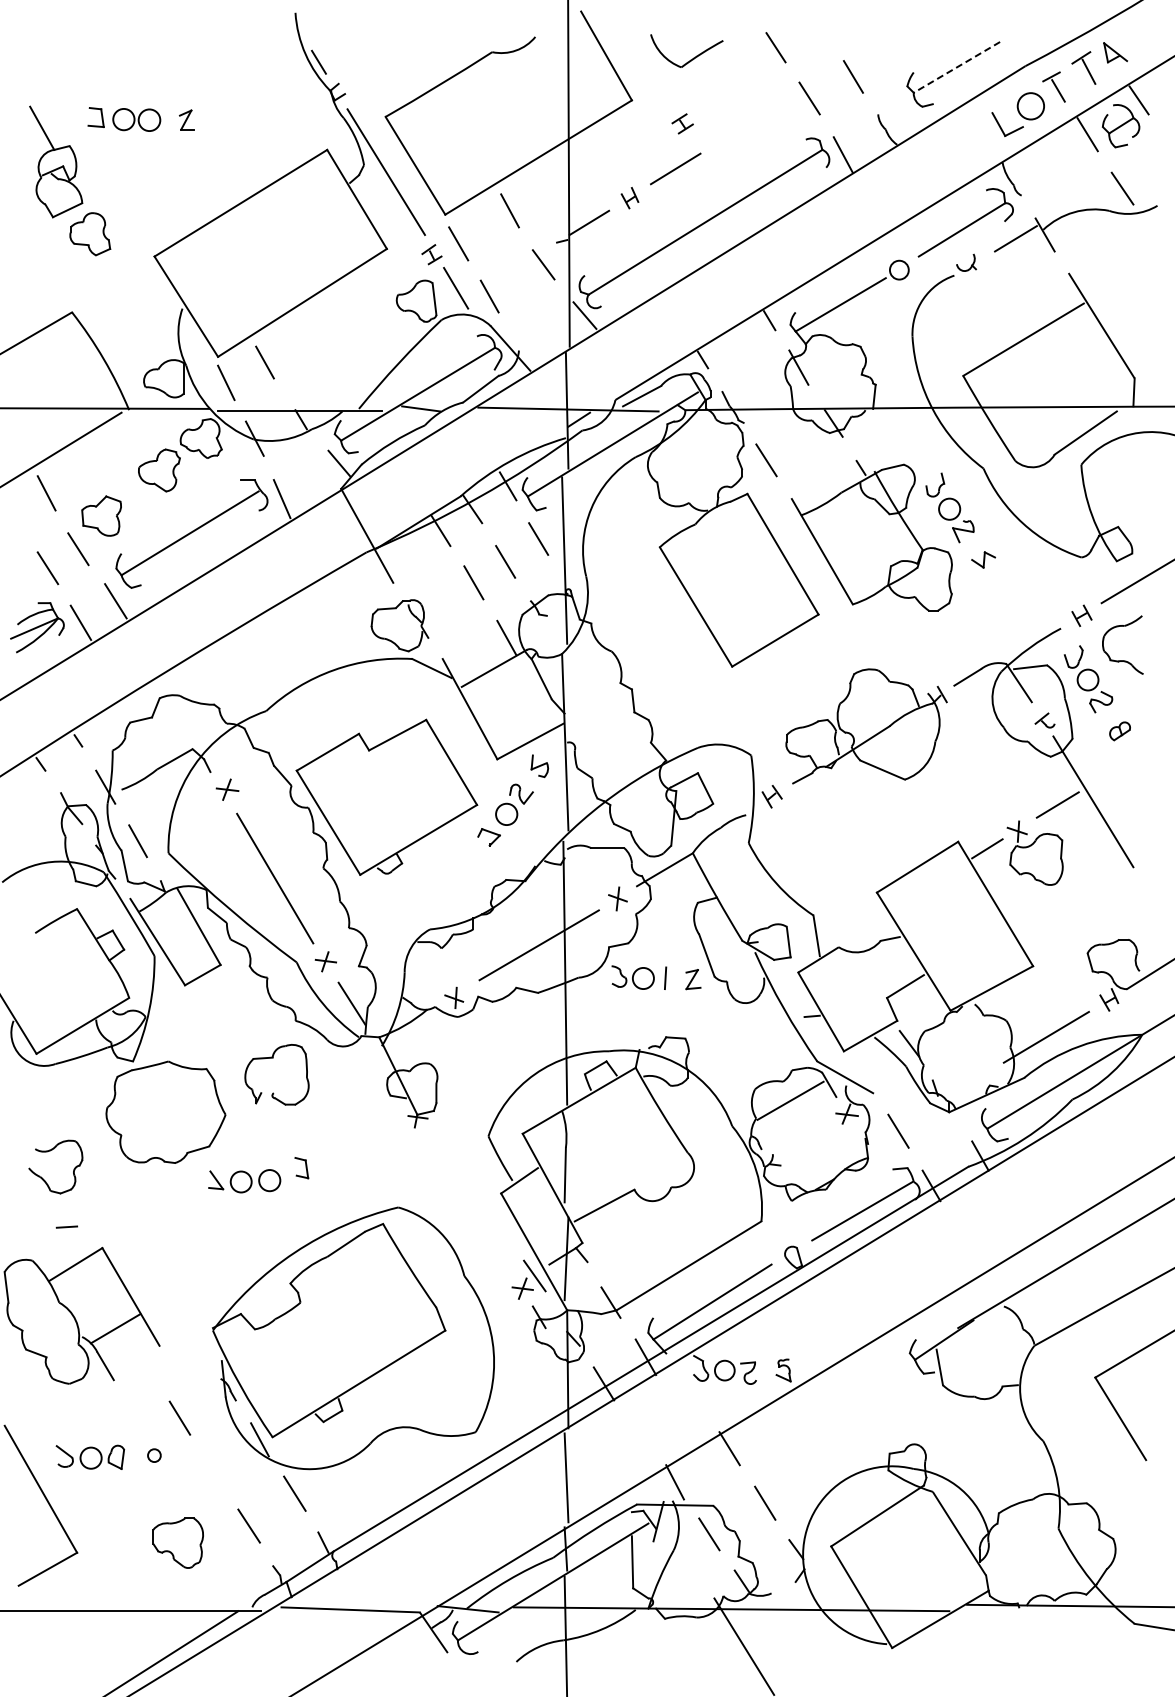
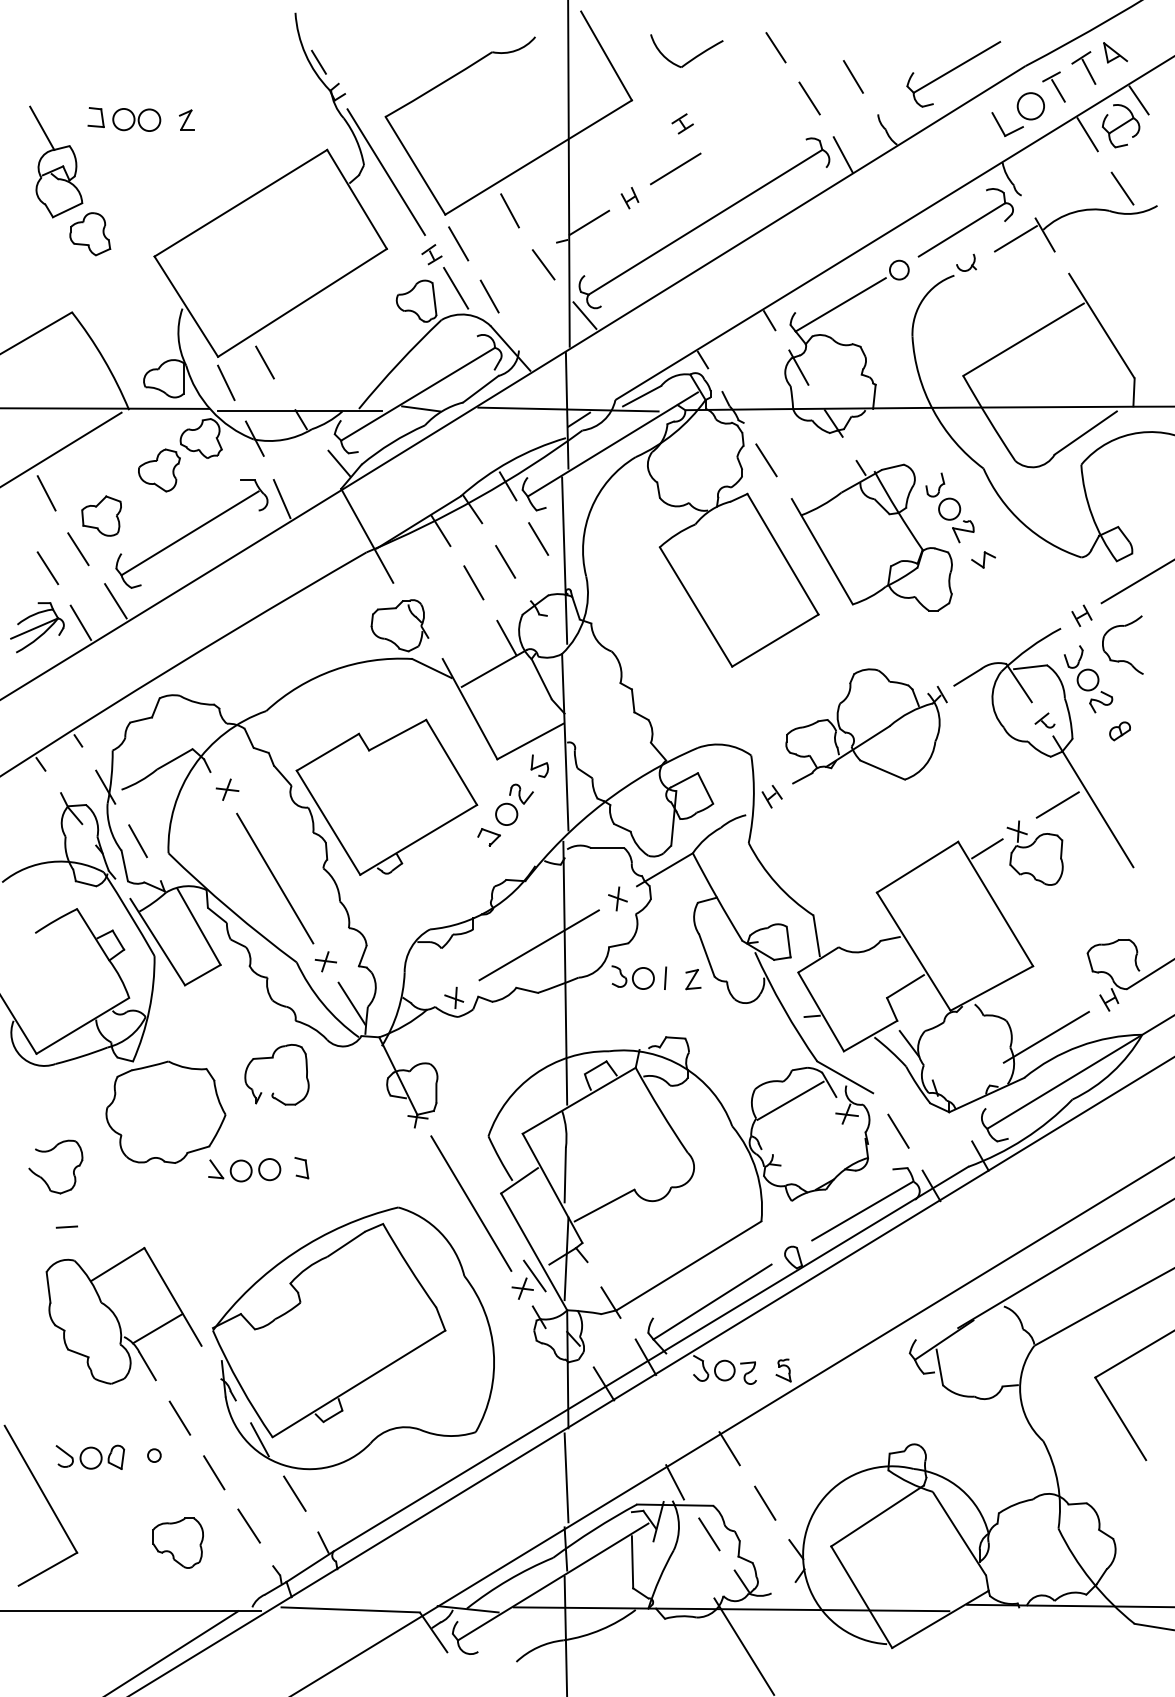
line at (956, 67): dashed -> solid
part at (244, 1181) position: (244, 1181) -> (244, 1170)
line at (471, 1203): none -> present
part at (81, 1315) position: (81, 1315) -> (123, 1315)
line at (214, 1472): none -> present
